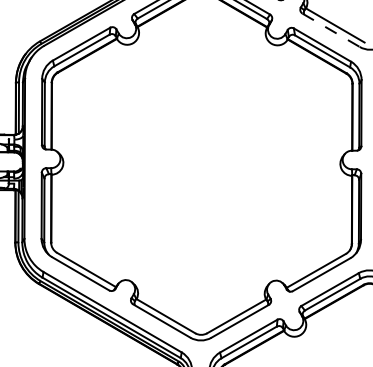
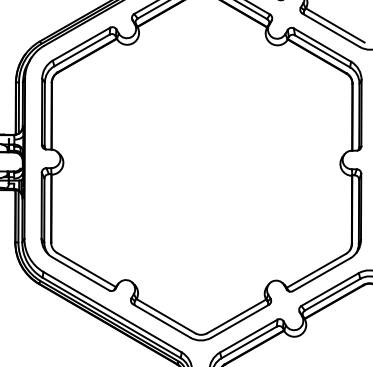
line at (331, 30): dashed -> solid
